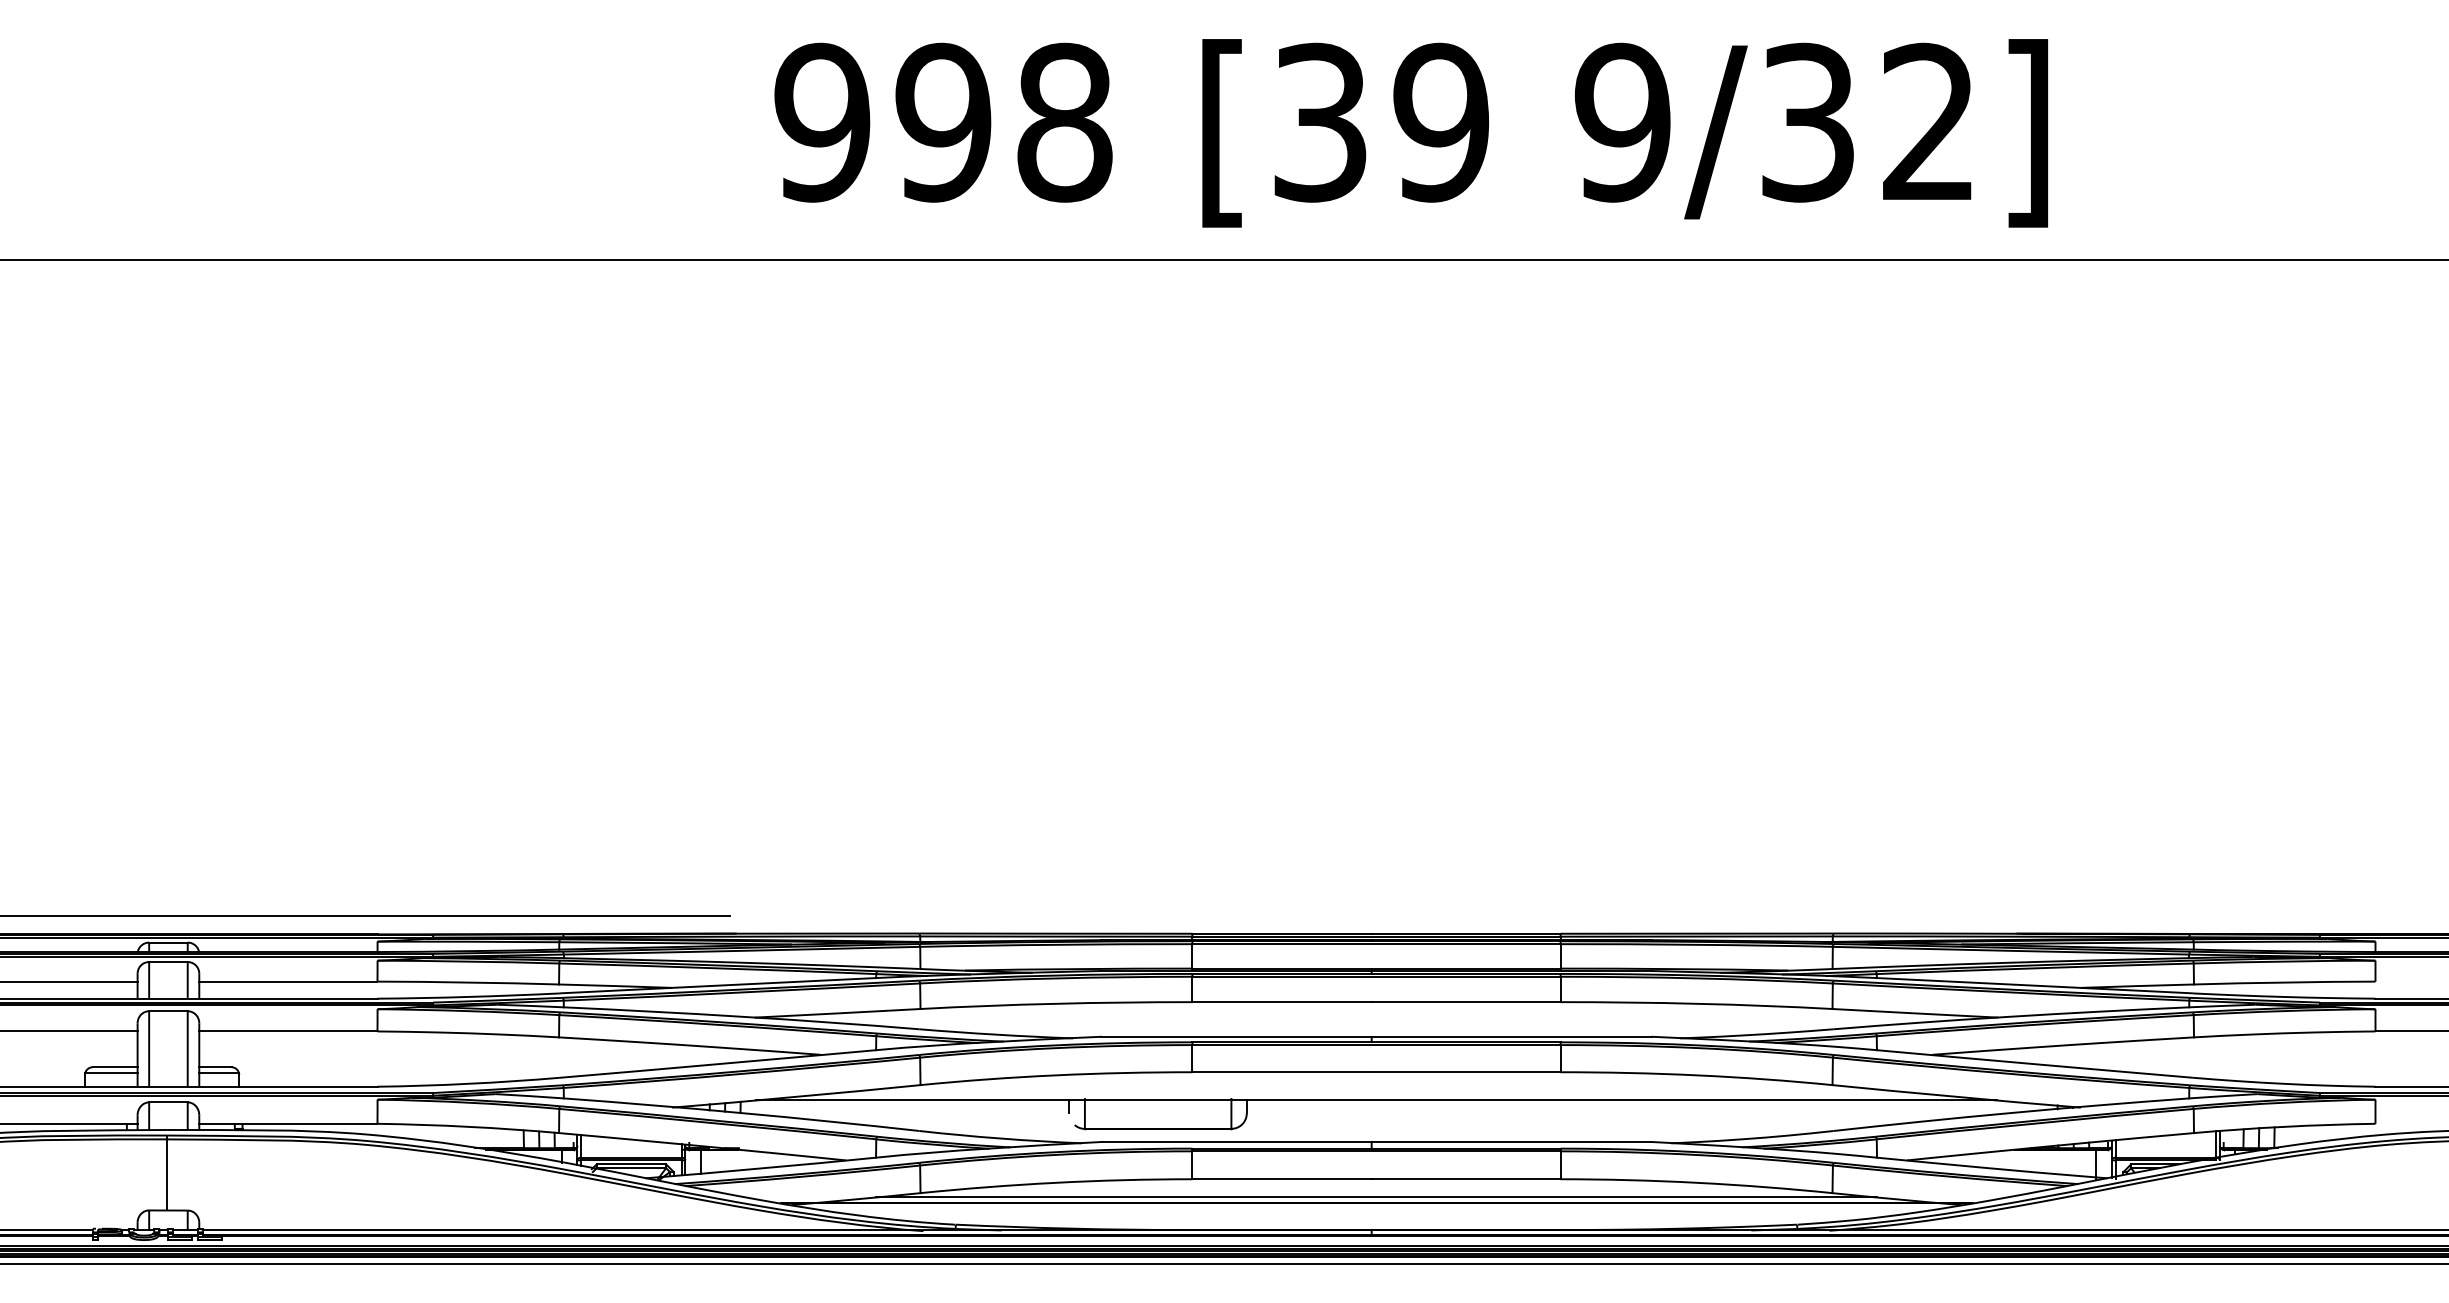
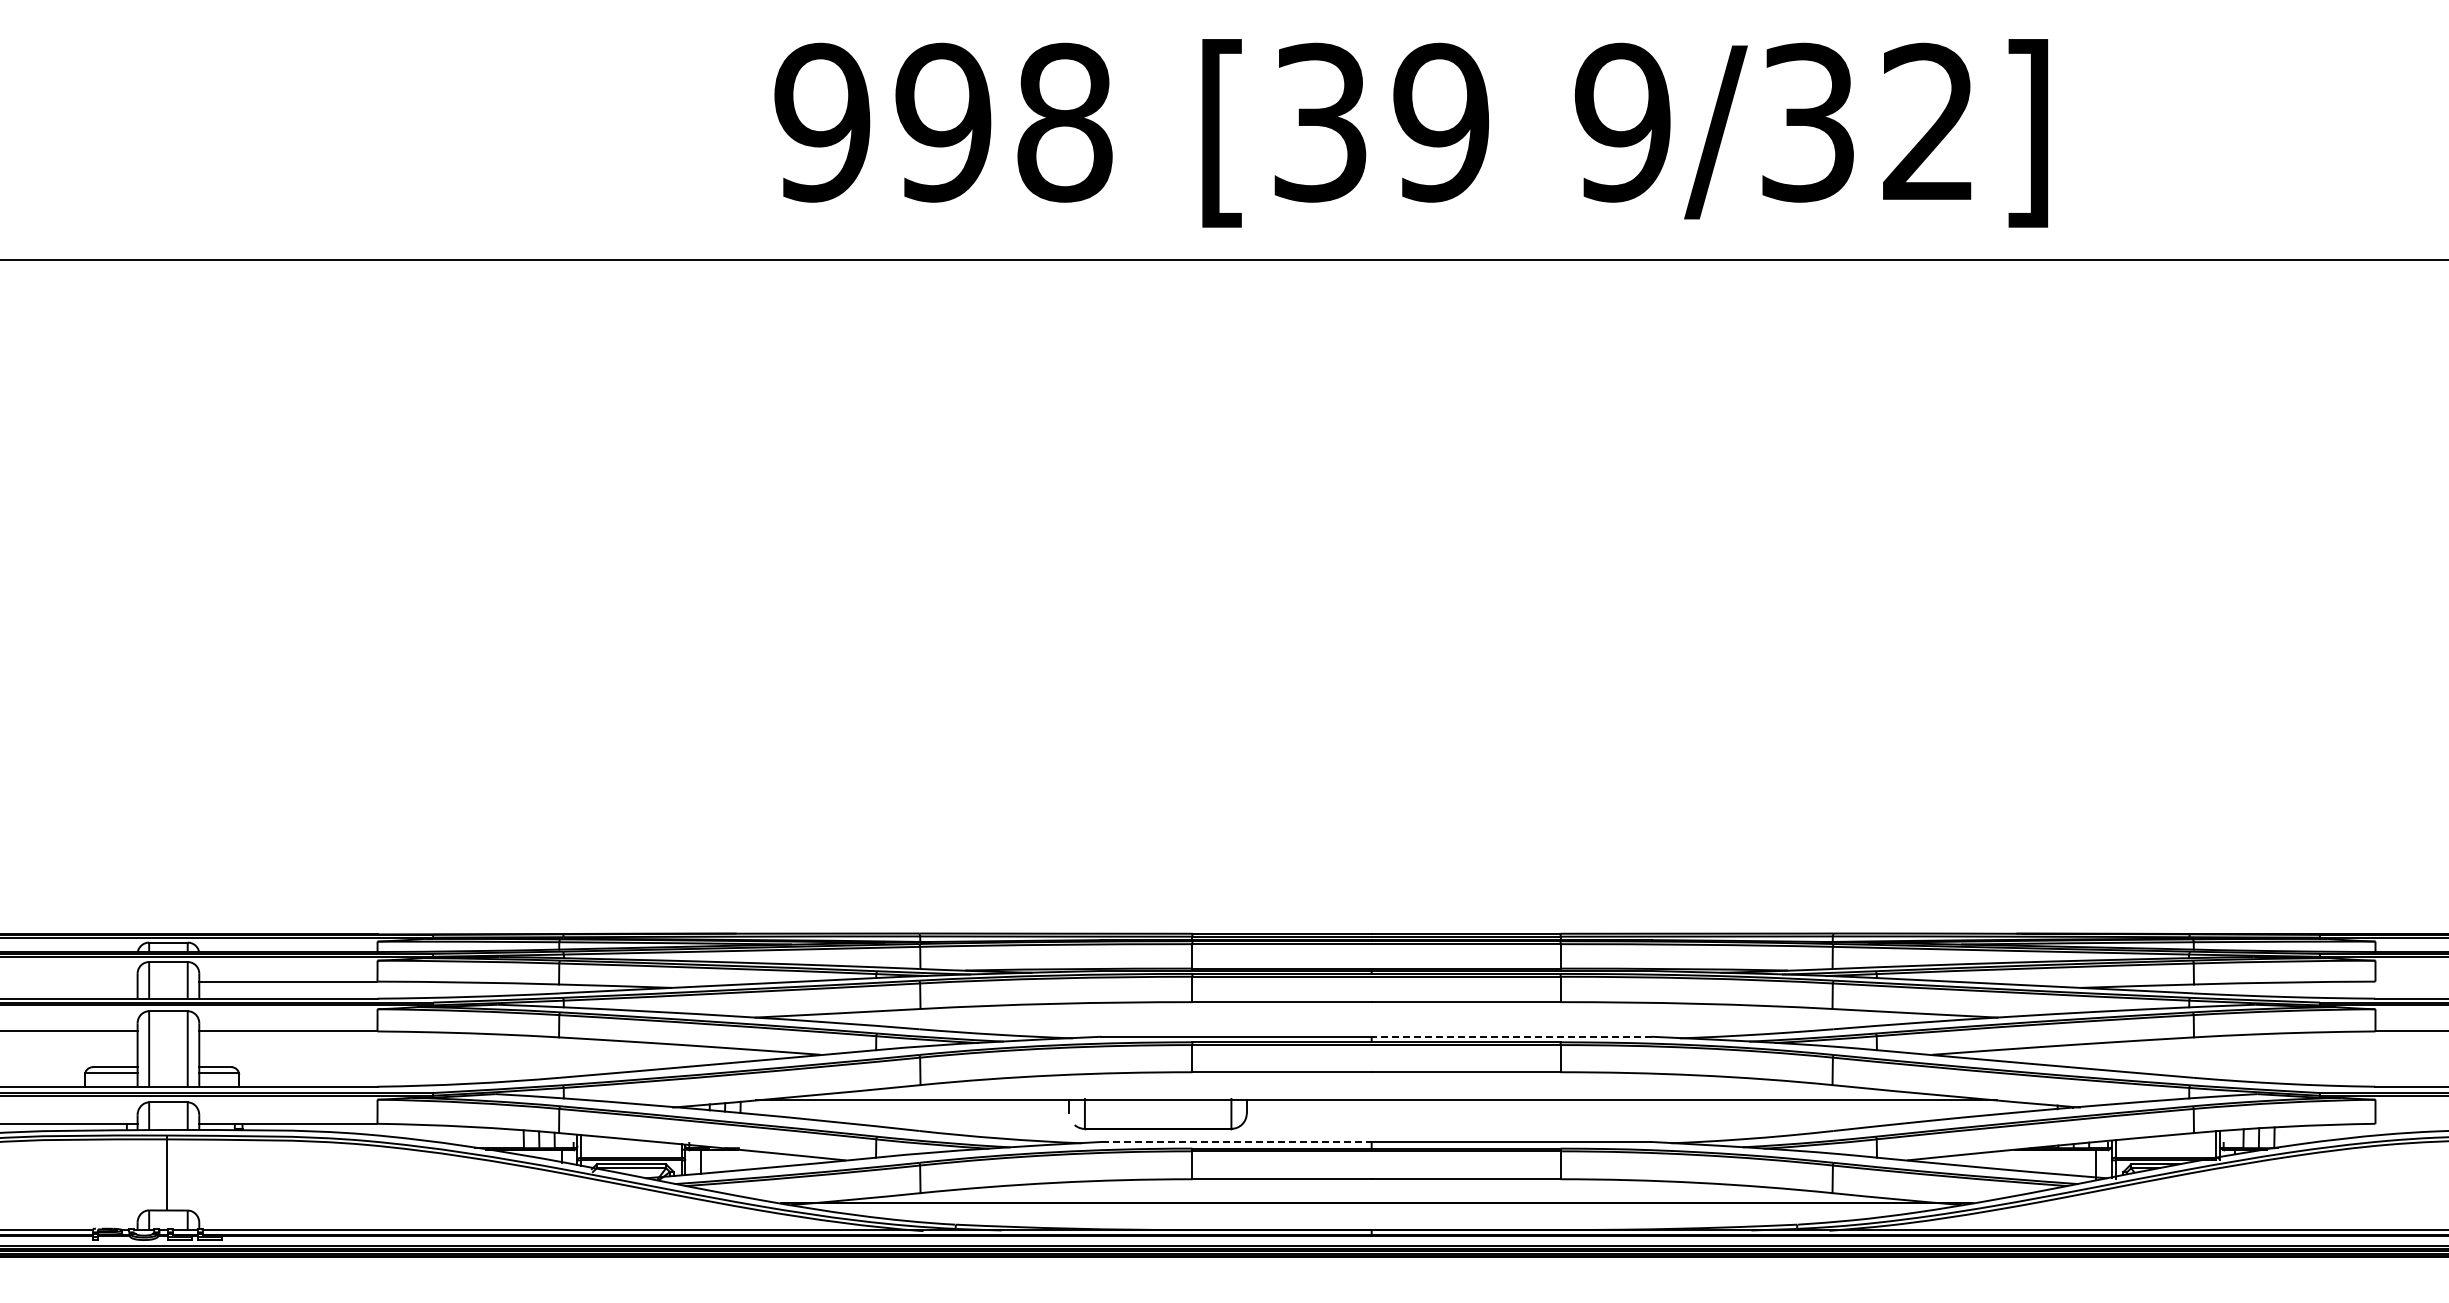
line at (365, 915): present -> none
line at (69, 981): present -> none
line at (1511, 1036): solid -> dashed
line at (1236, 1141): solid -> dashed
line at (1376, 1197): present -> none
line at (1223, 1263): present -> none
